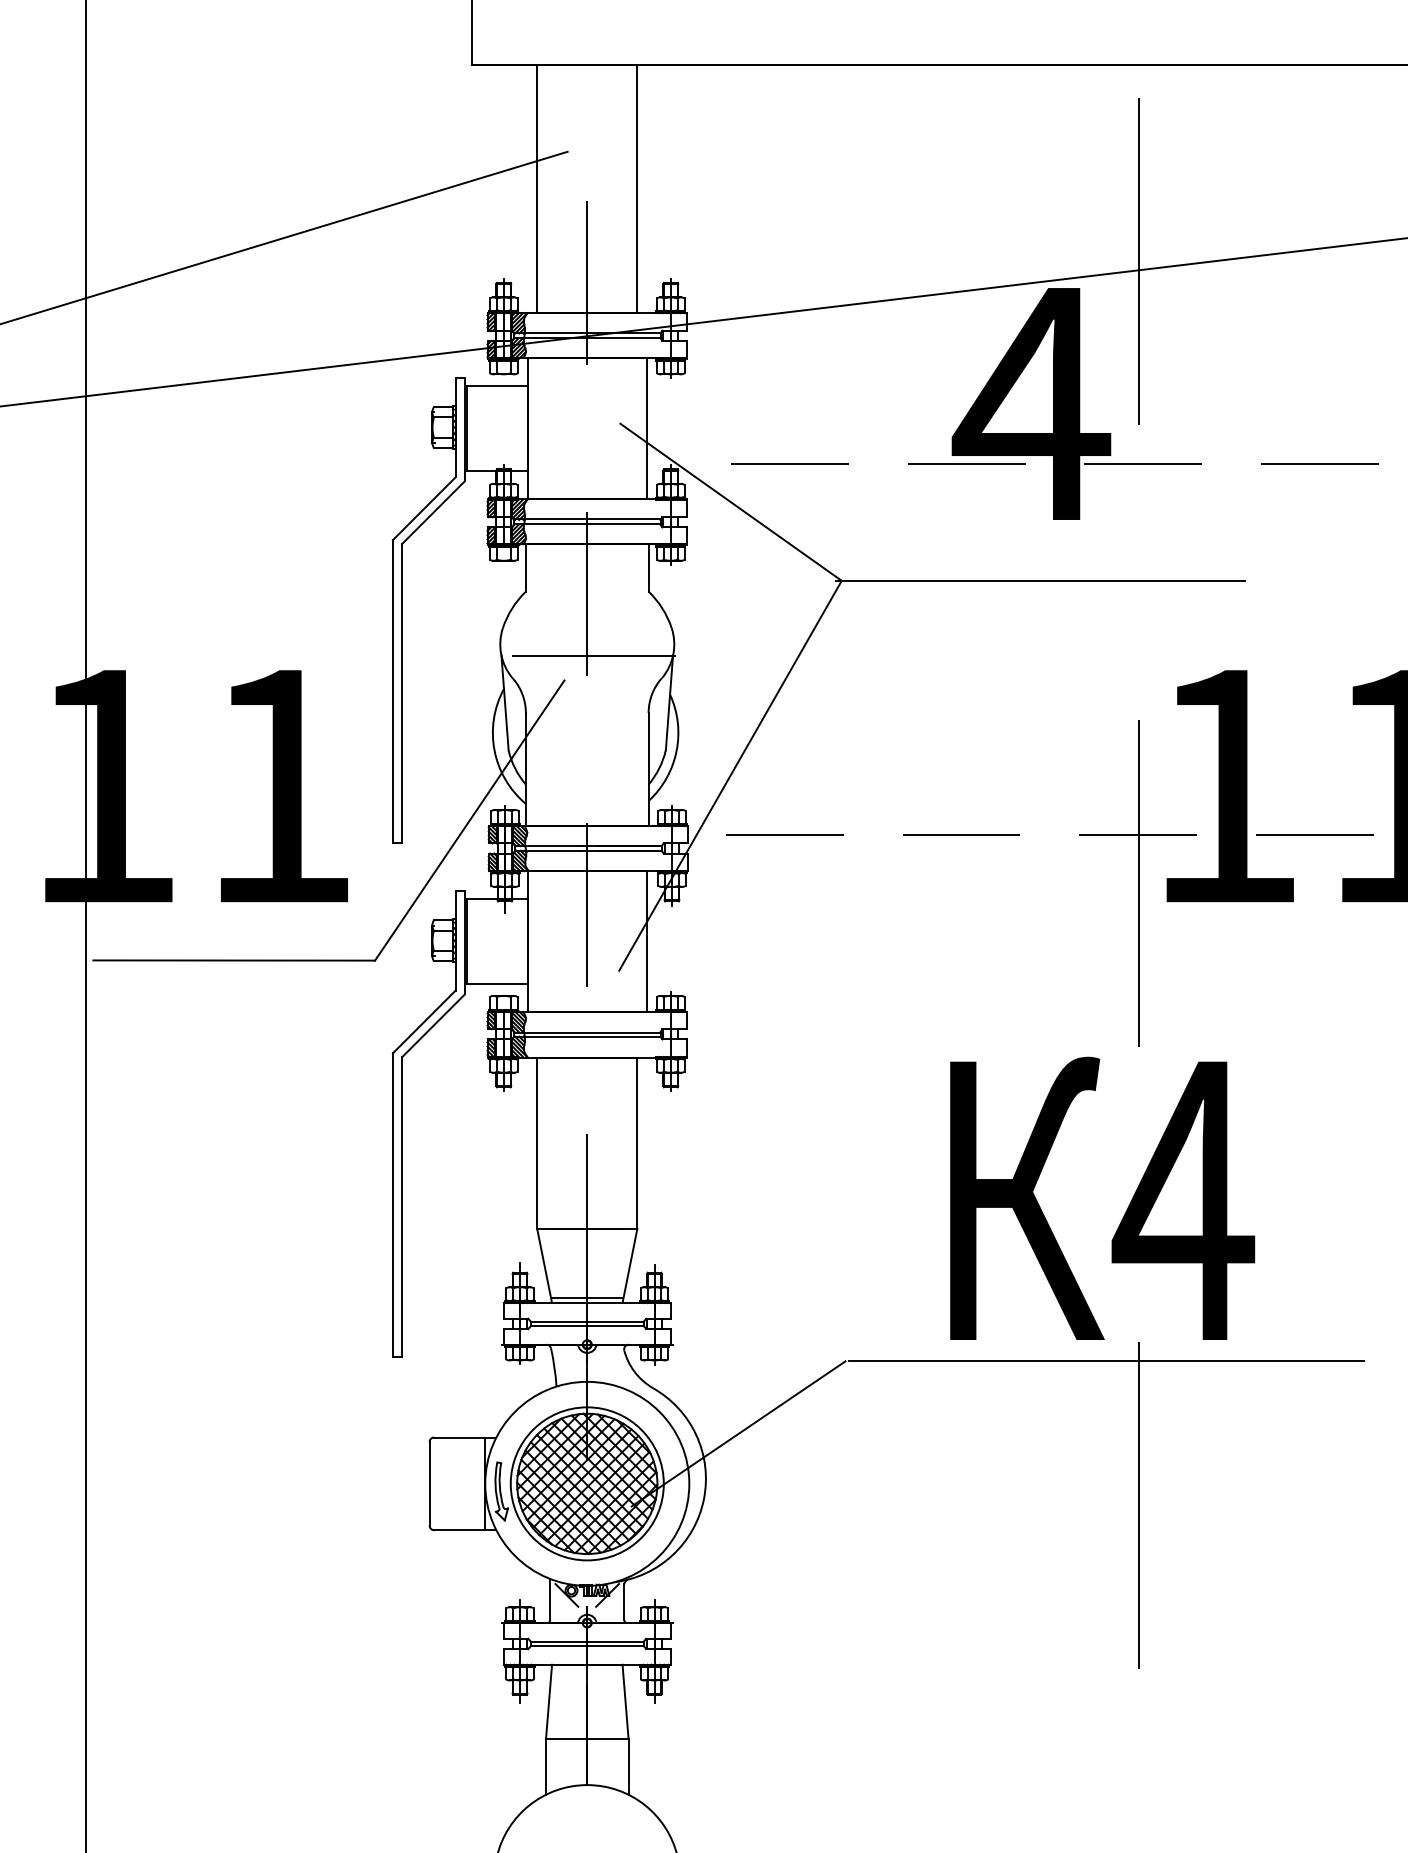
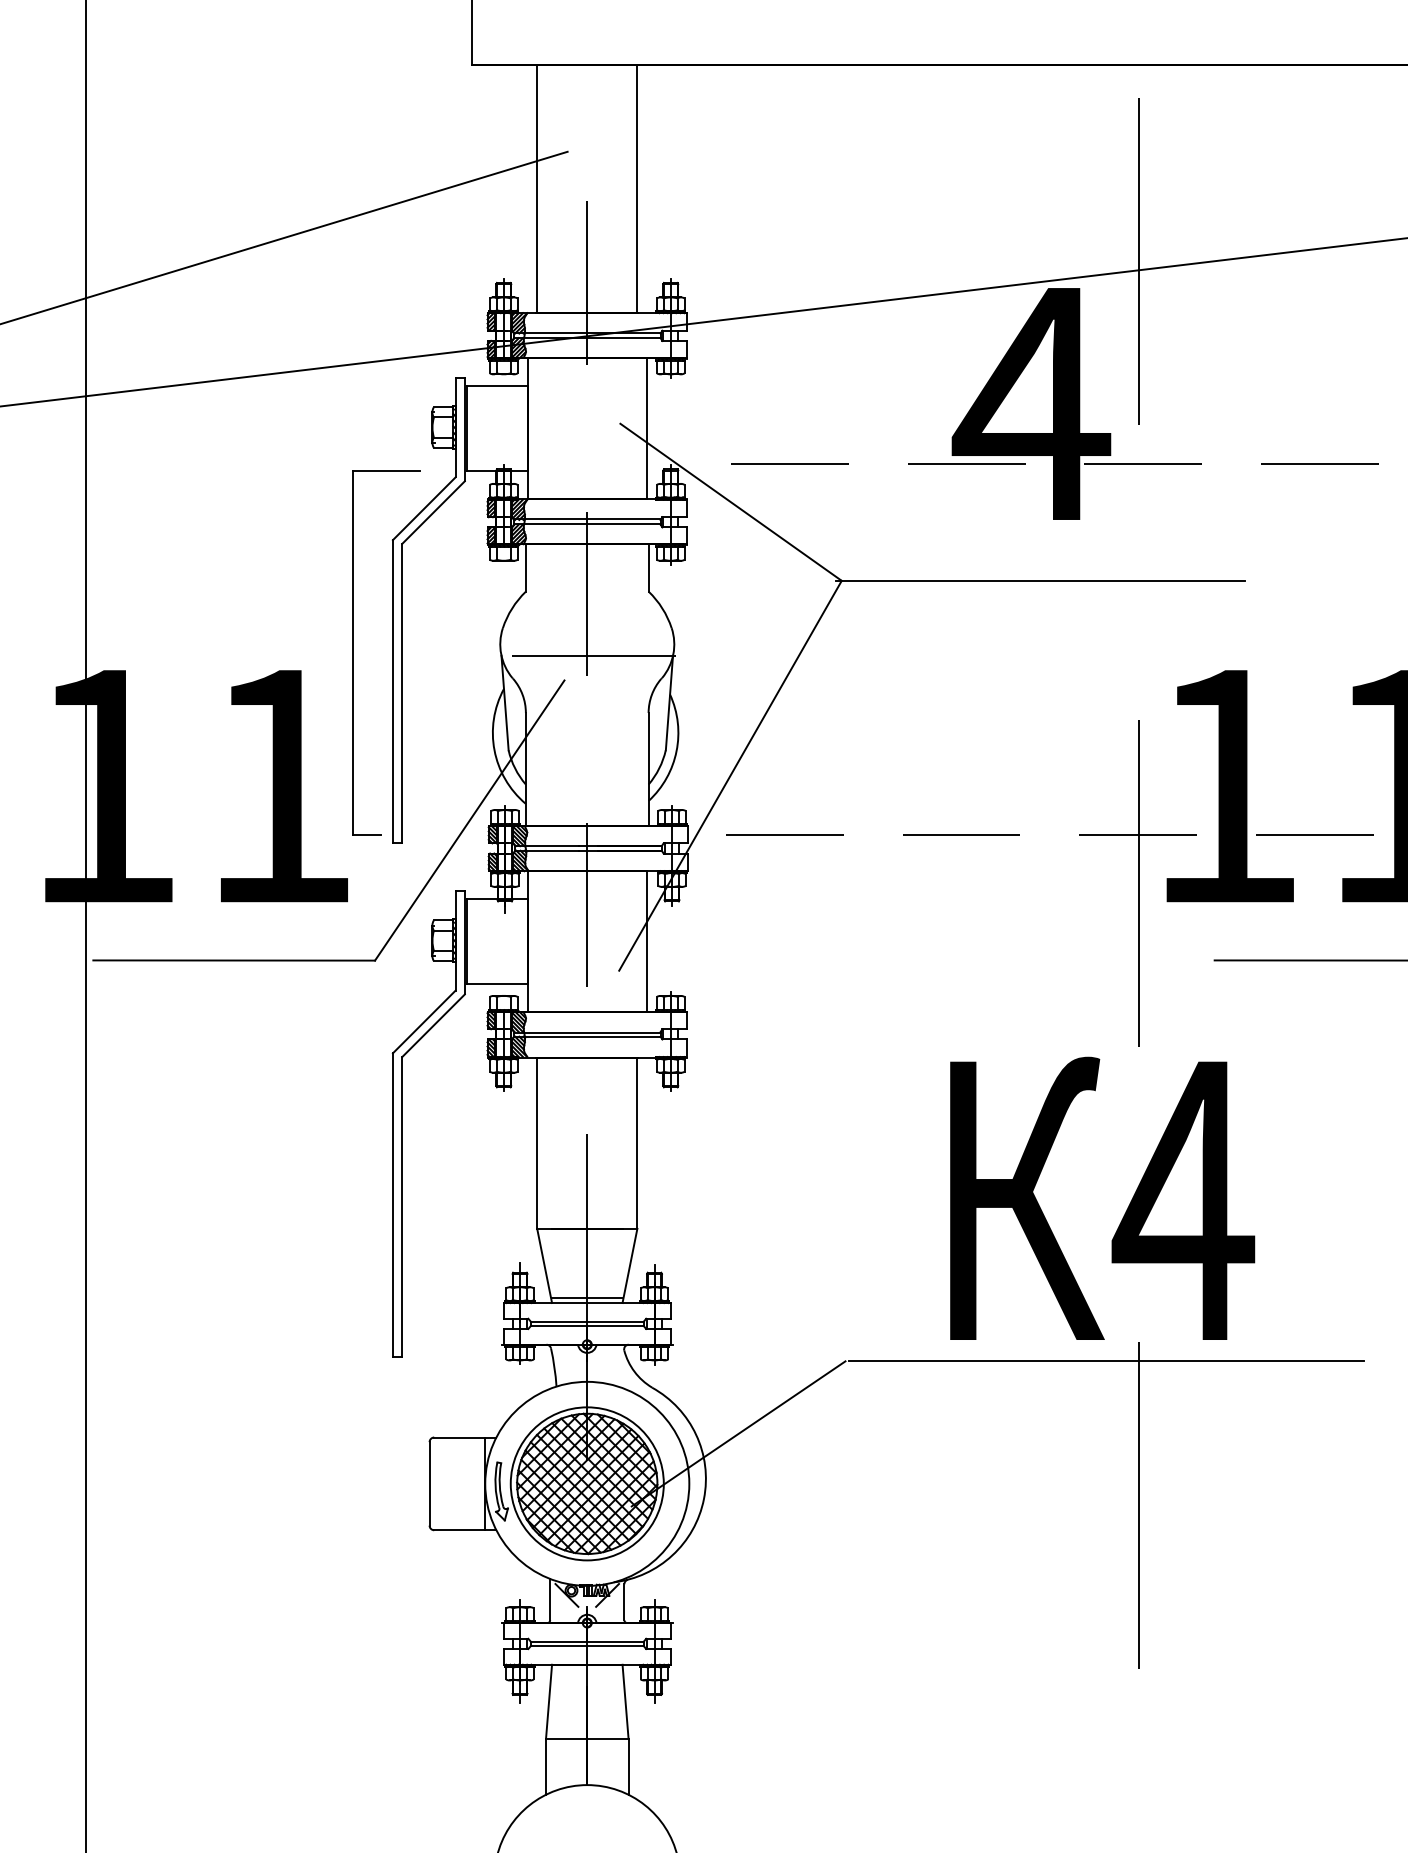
part at (353, 652): none -> present
line at (1309, 960): none -> present
